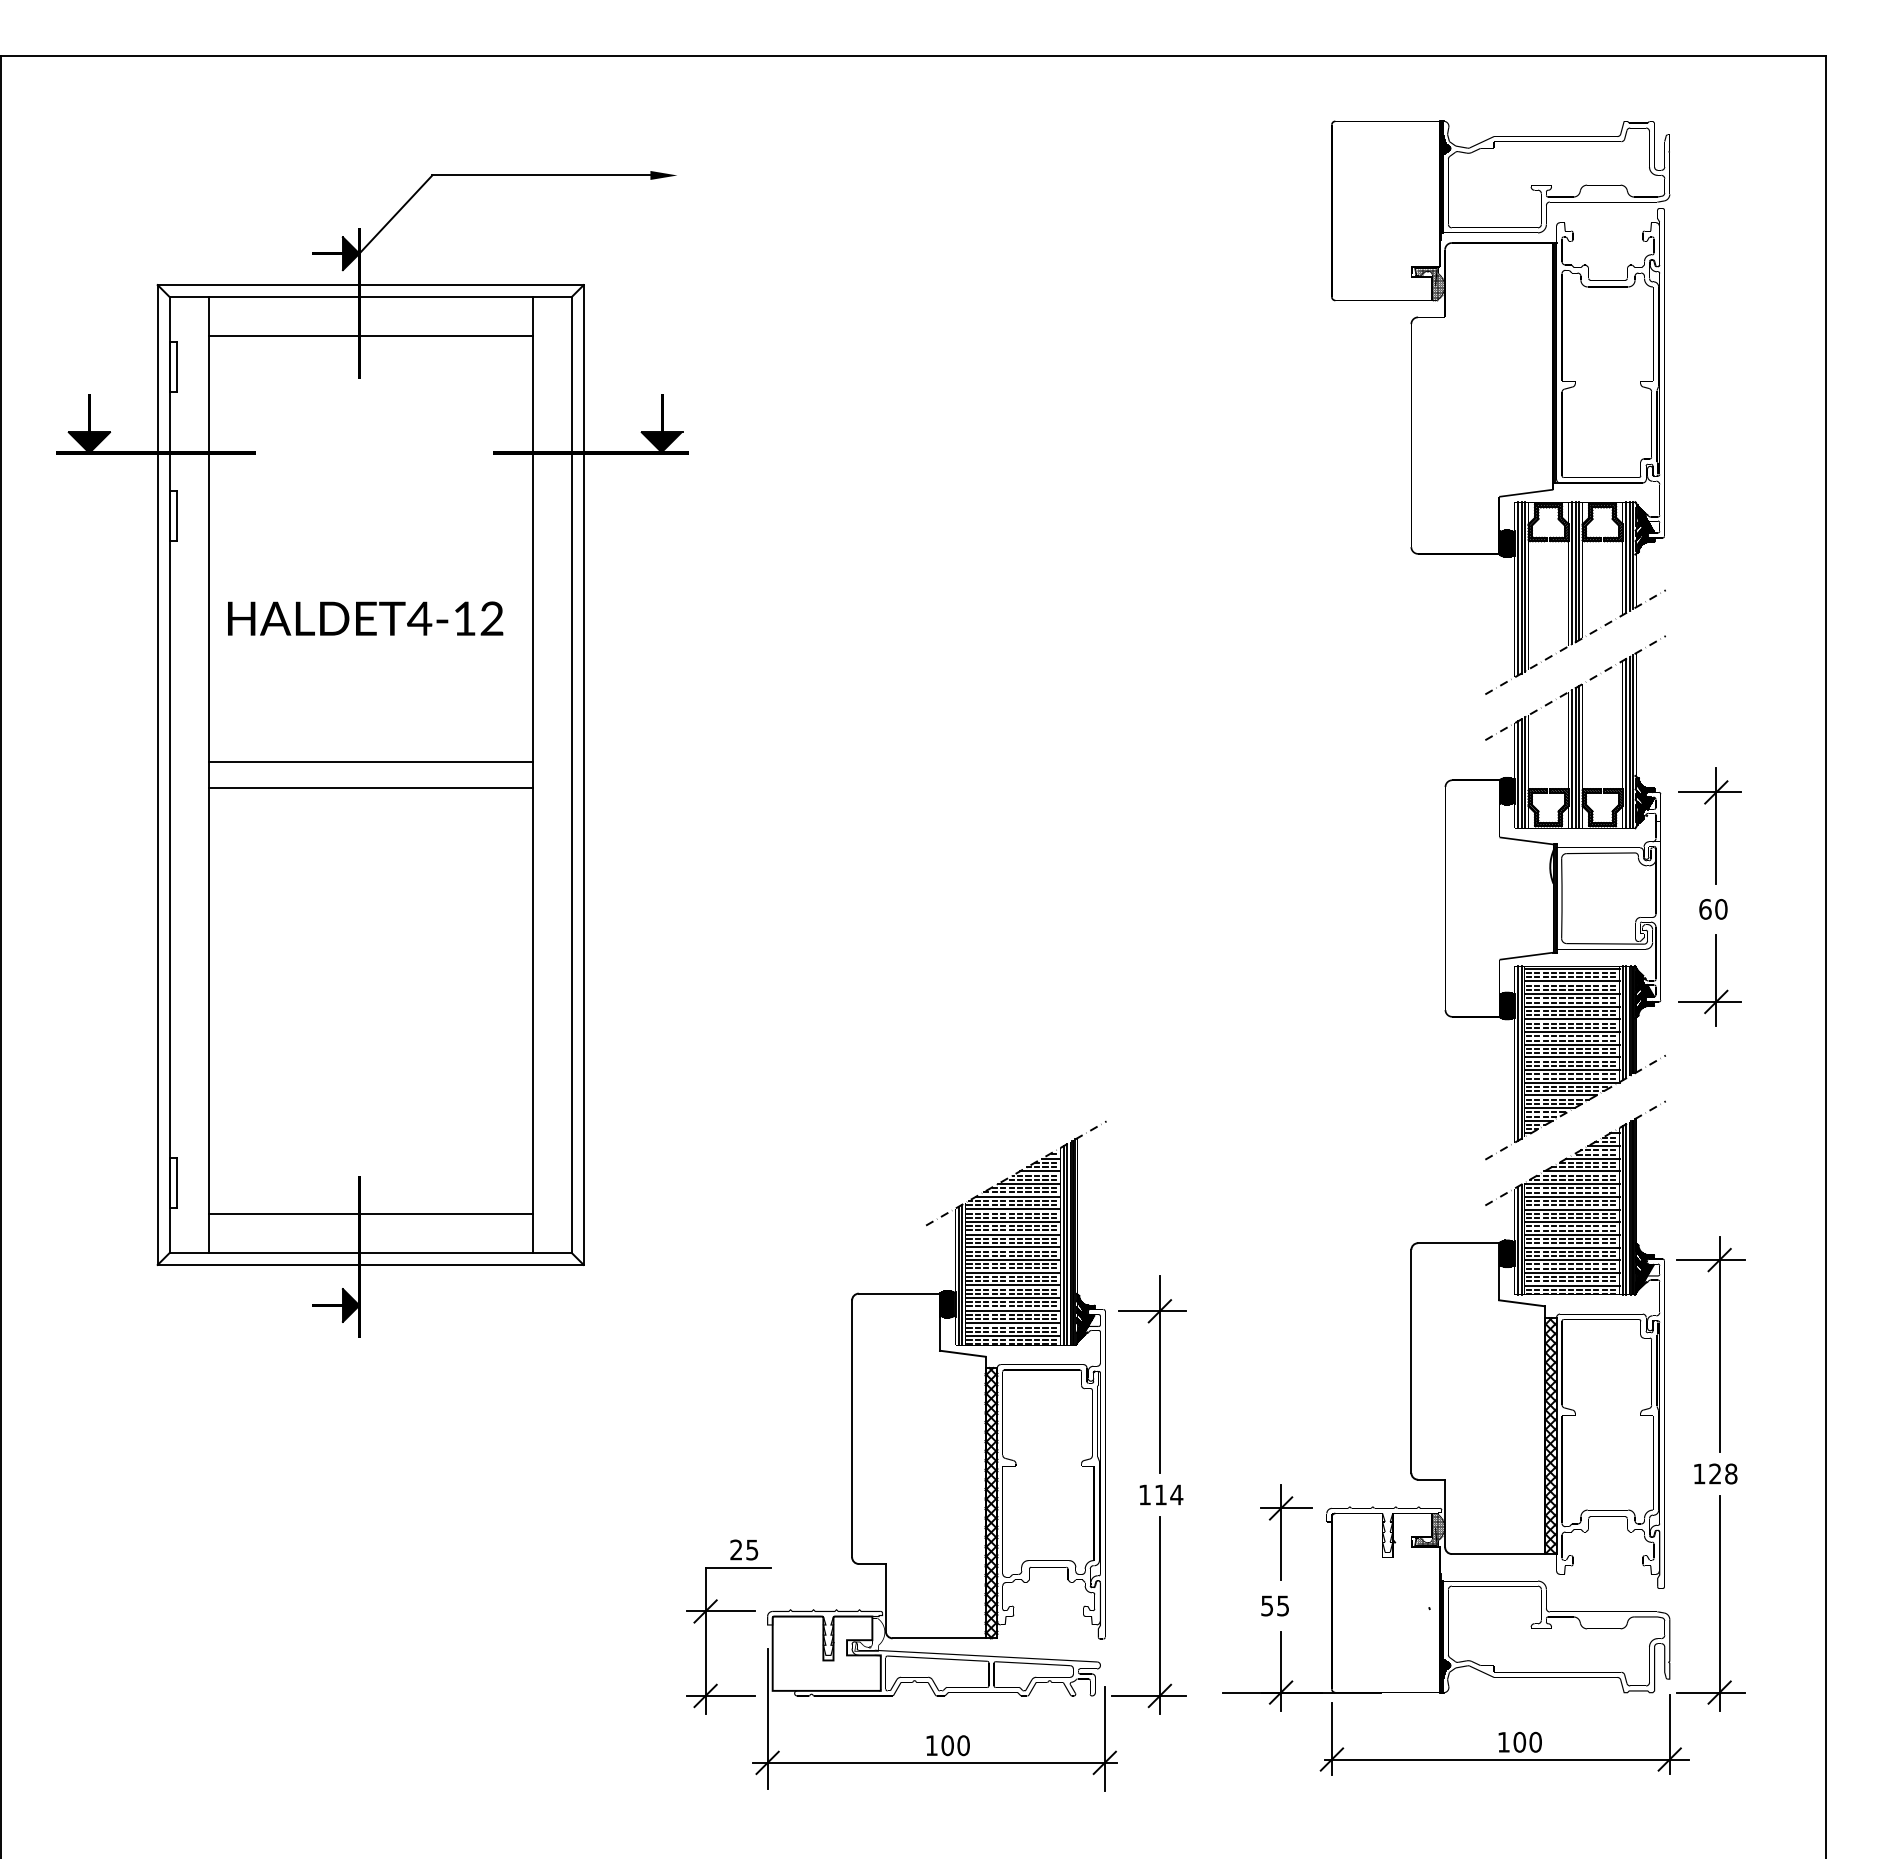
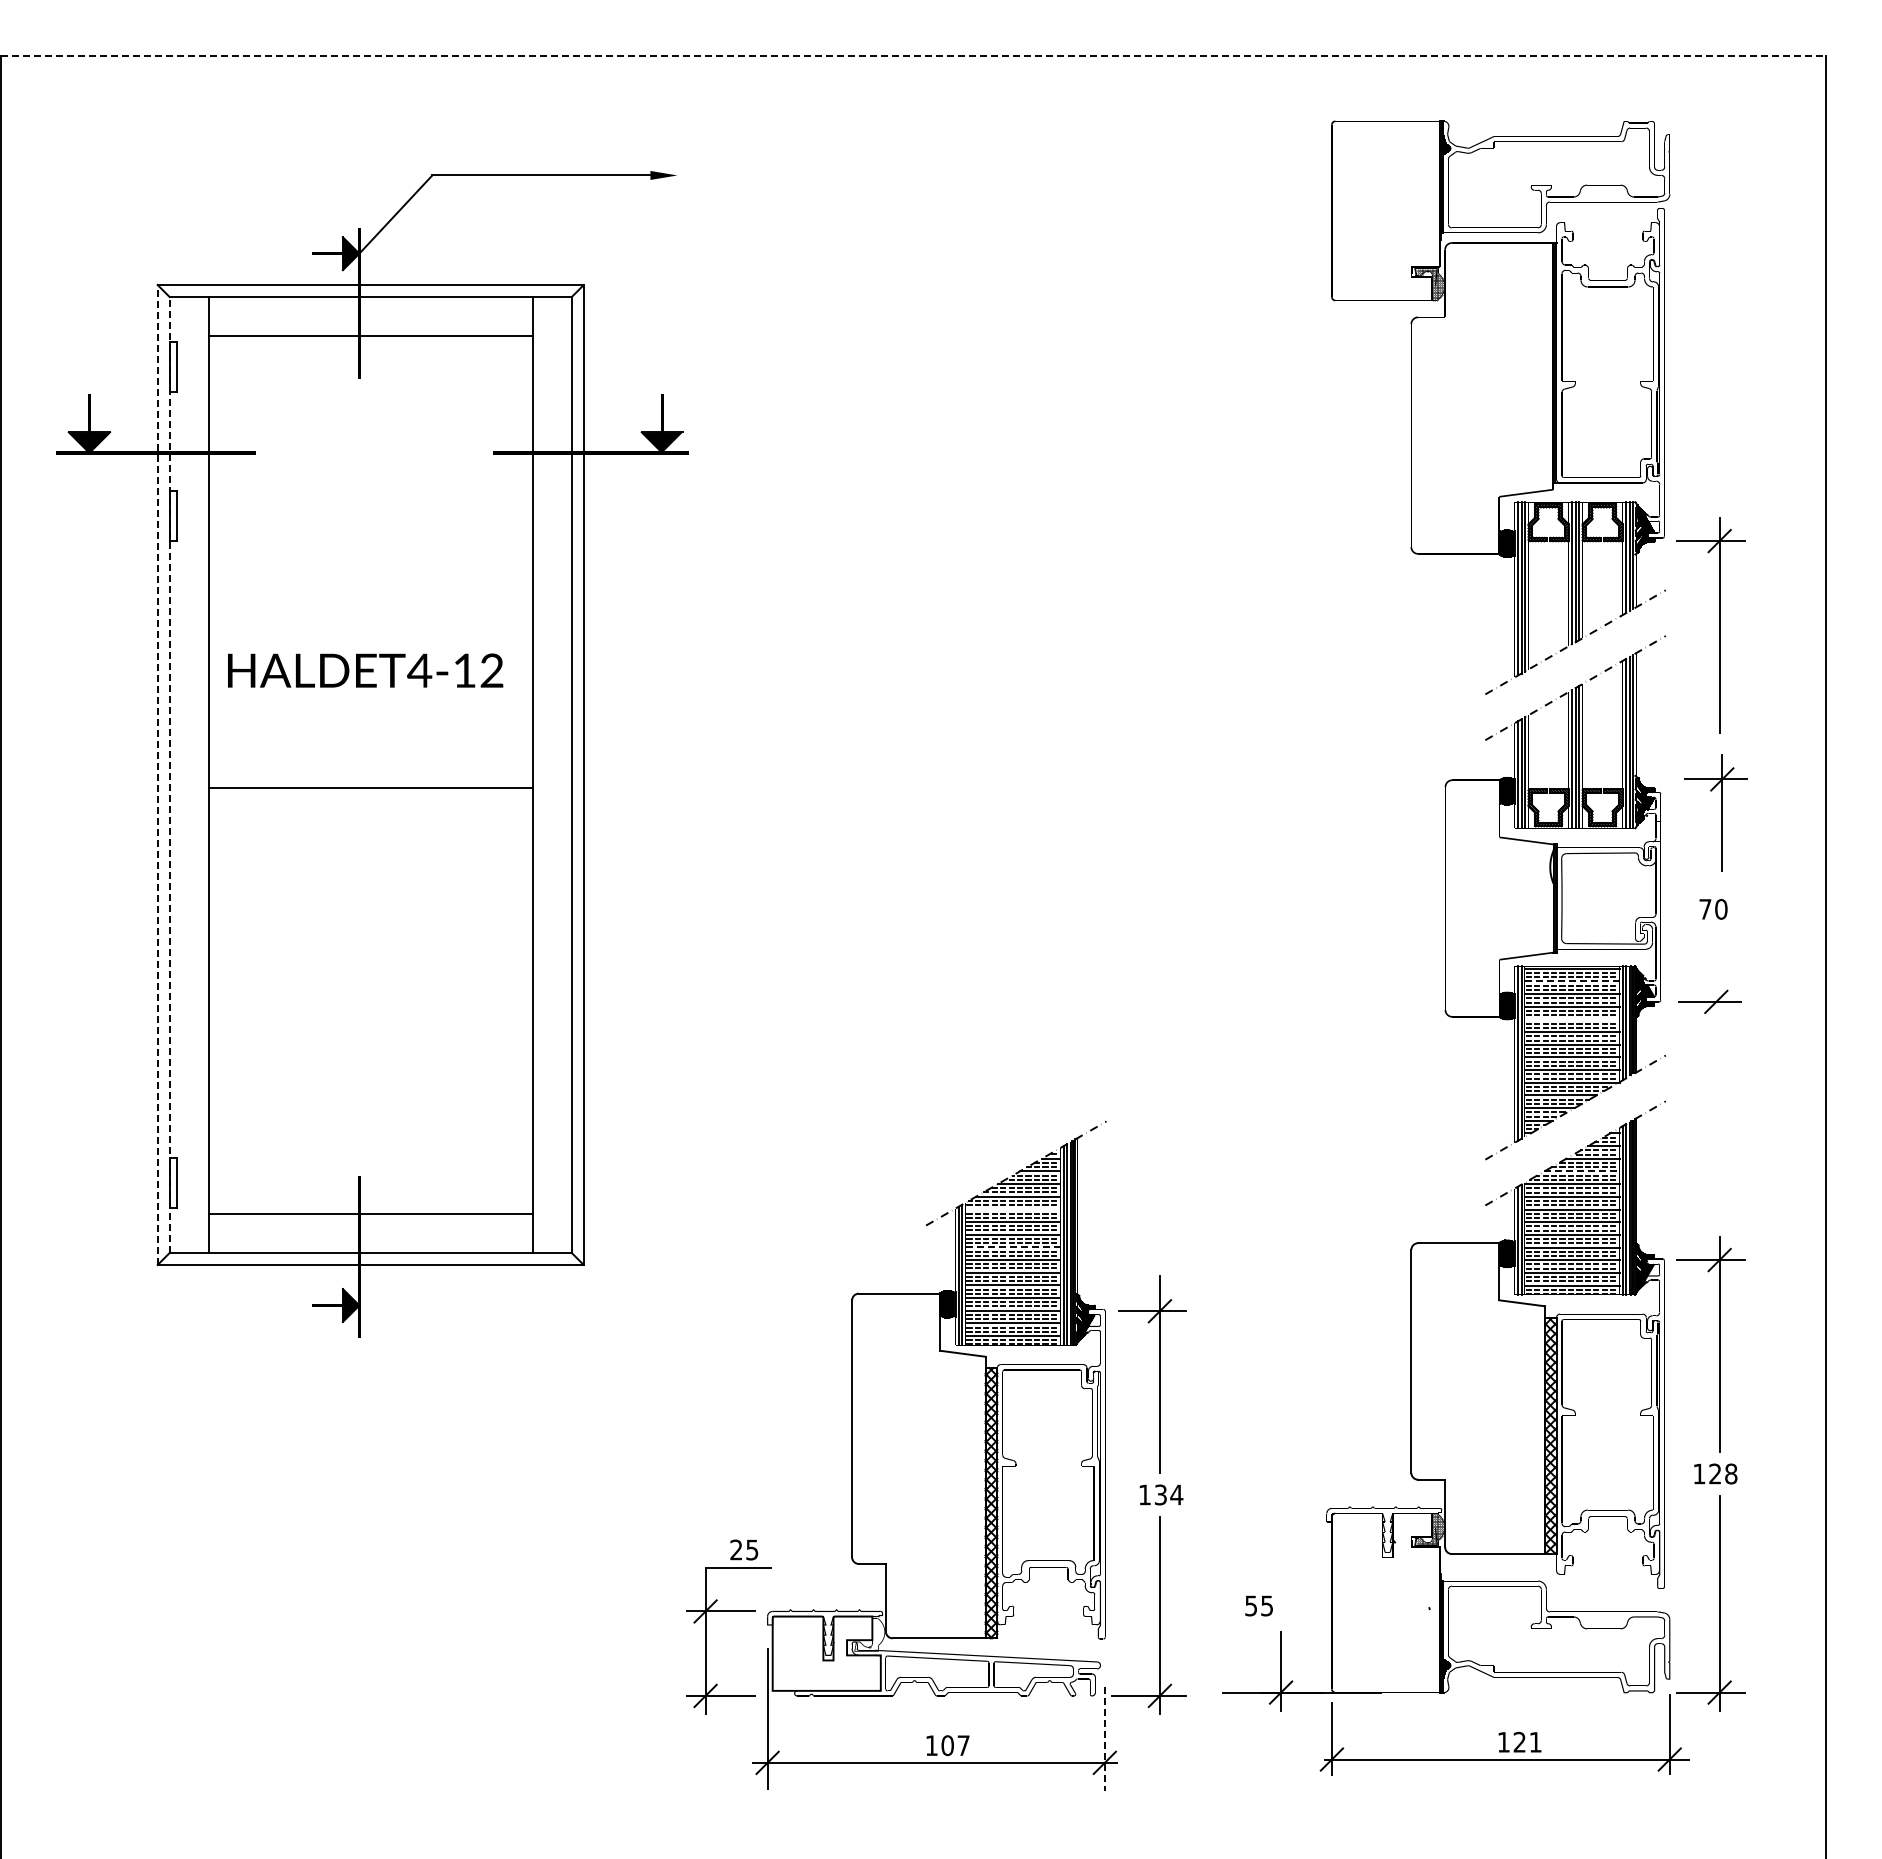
line at (913, 55): solid -> dashed
text at (365, 618) position: (365, 618) -> (365, 670)
part at (1719, 625): none -> present
line at (370, 762): present -> none
line at (157, 775): solid -> dashed
line at (169, 775): solid -> dashed
part at (1709, 825) position: (1709, 825) -> (1715, 812)
text at (1705, 909): 60 -> 70
line at (1716, 979): present -> none
line at (1572, 981): solid -> dashed
line at (1571, 1019): present -> none
line at (1581, 1171): solid -> dashed
line at (1012, 1209): present -> none
line at (1013, 1247): solid -> dashed
text at (1160, 1494): 114 -> 134
part at (1286, 1532): present -> none
text at (1274, 1605) position: (1274, 1605) -> (1258, 1605)
line at (1104, 1738): solid -> dashed
text at (1527, 1741): 100 -> 121
text at (963, 1745): 100 -> 107
